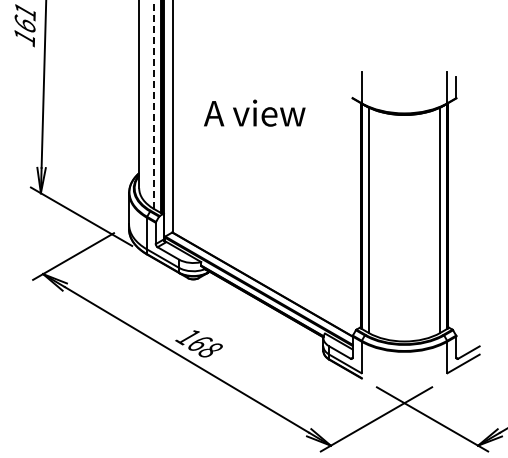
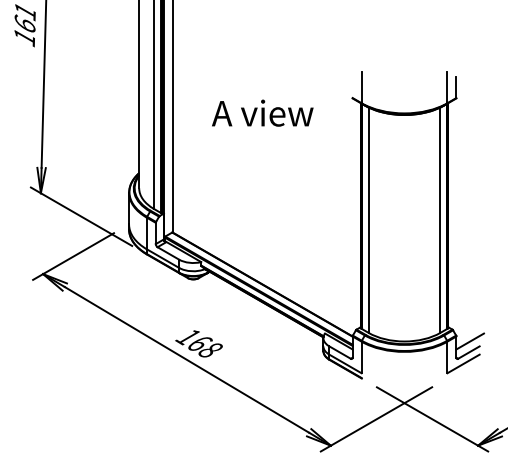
line at (154, 104): dashed -> solid
text at (254, 112) position: (254, 112) -> (262, 112)
line at (469, 341): none -> present
